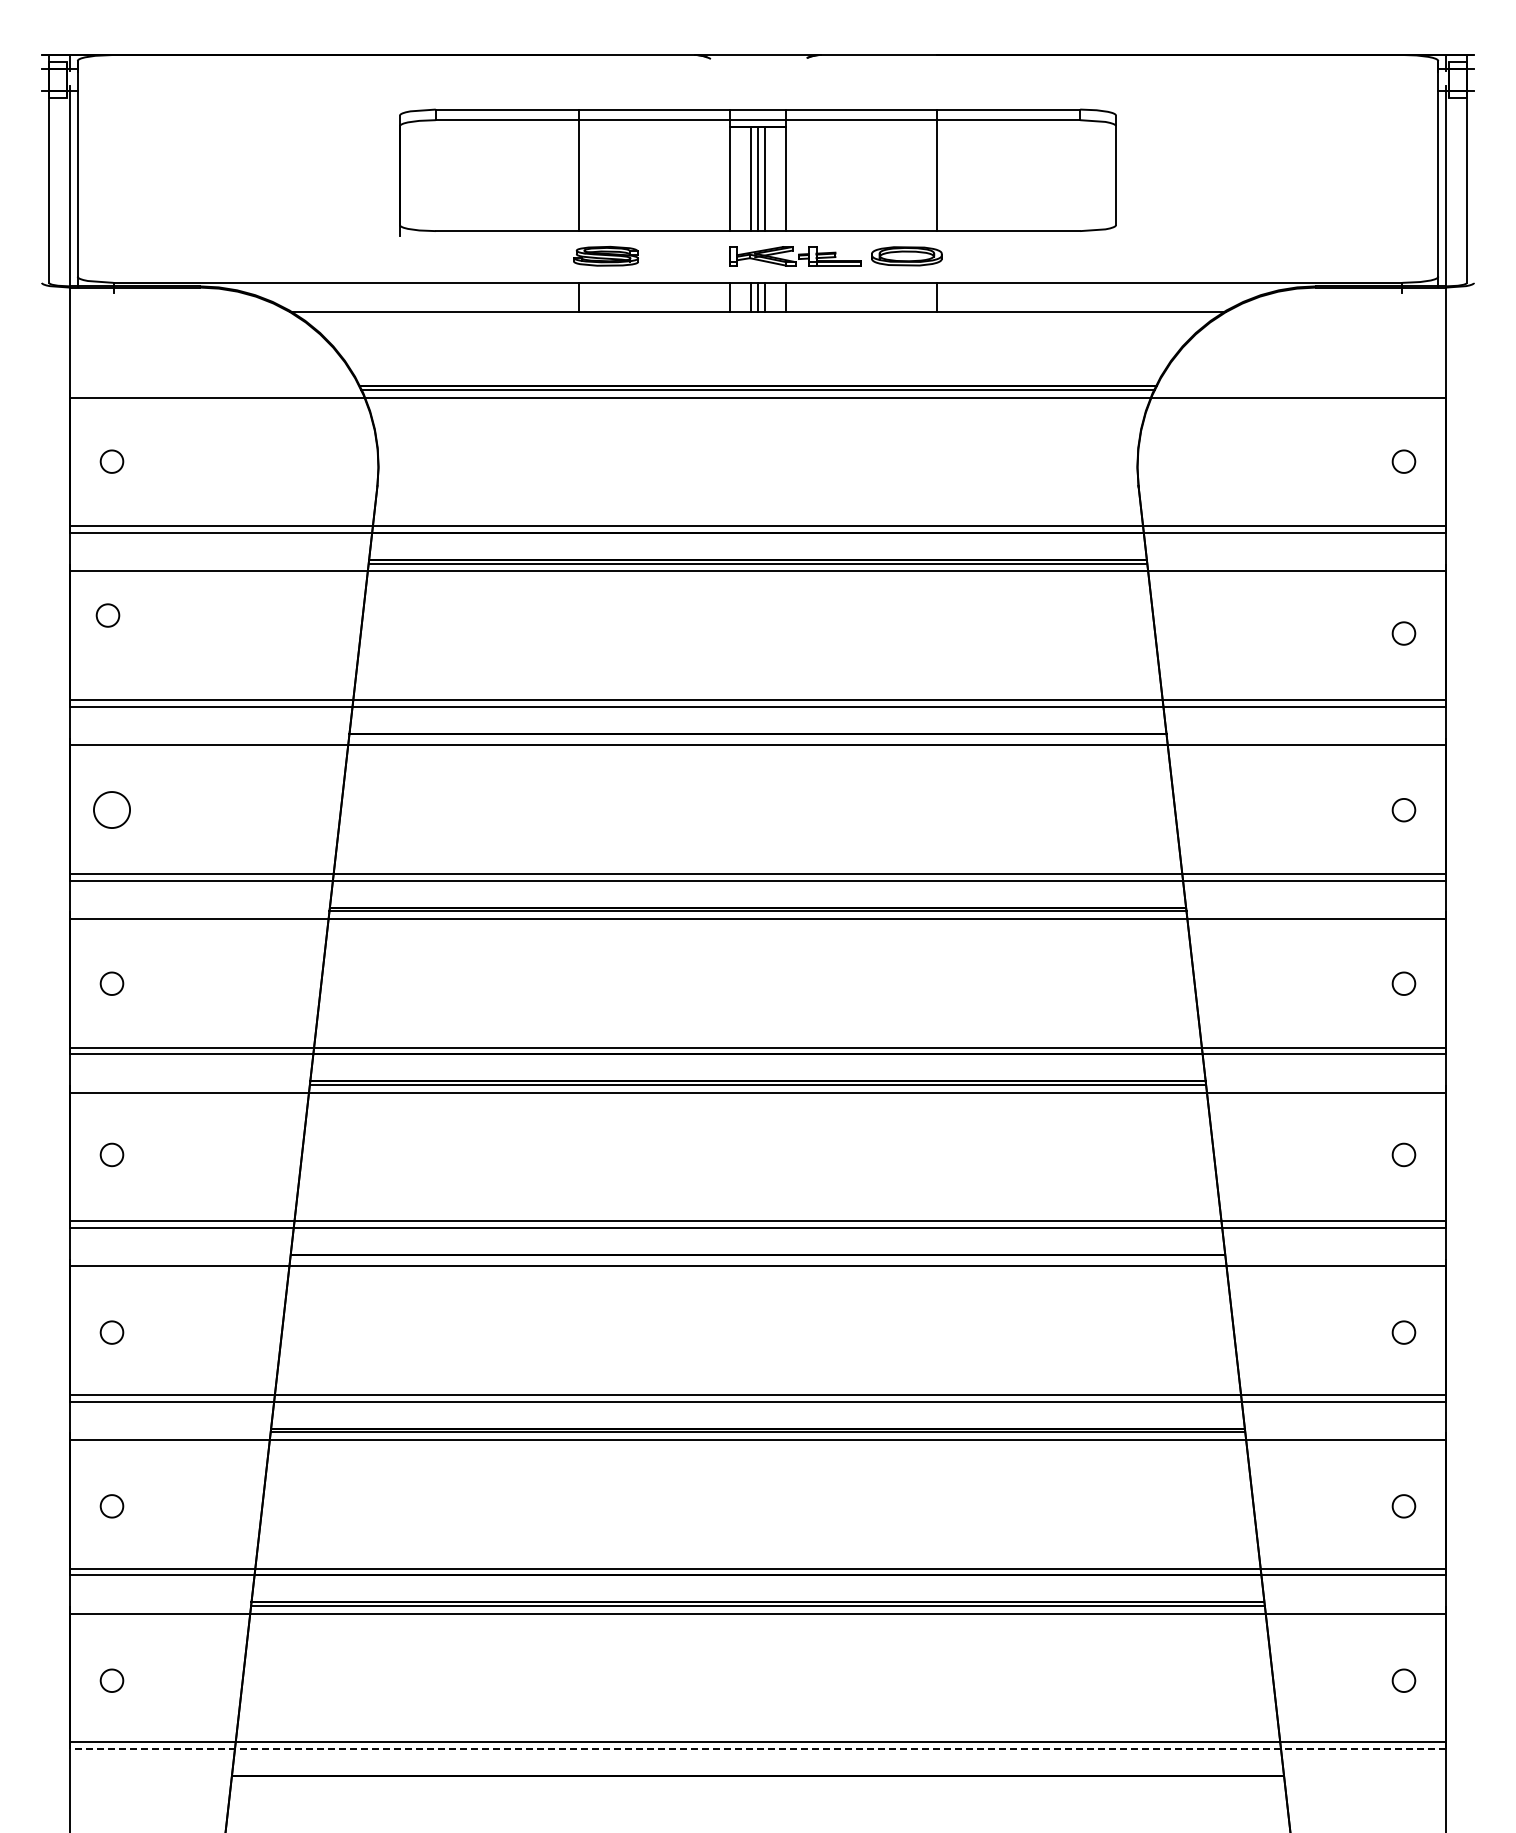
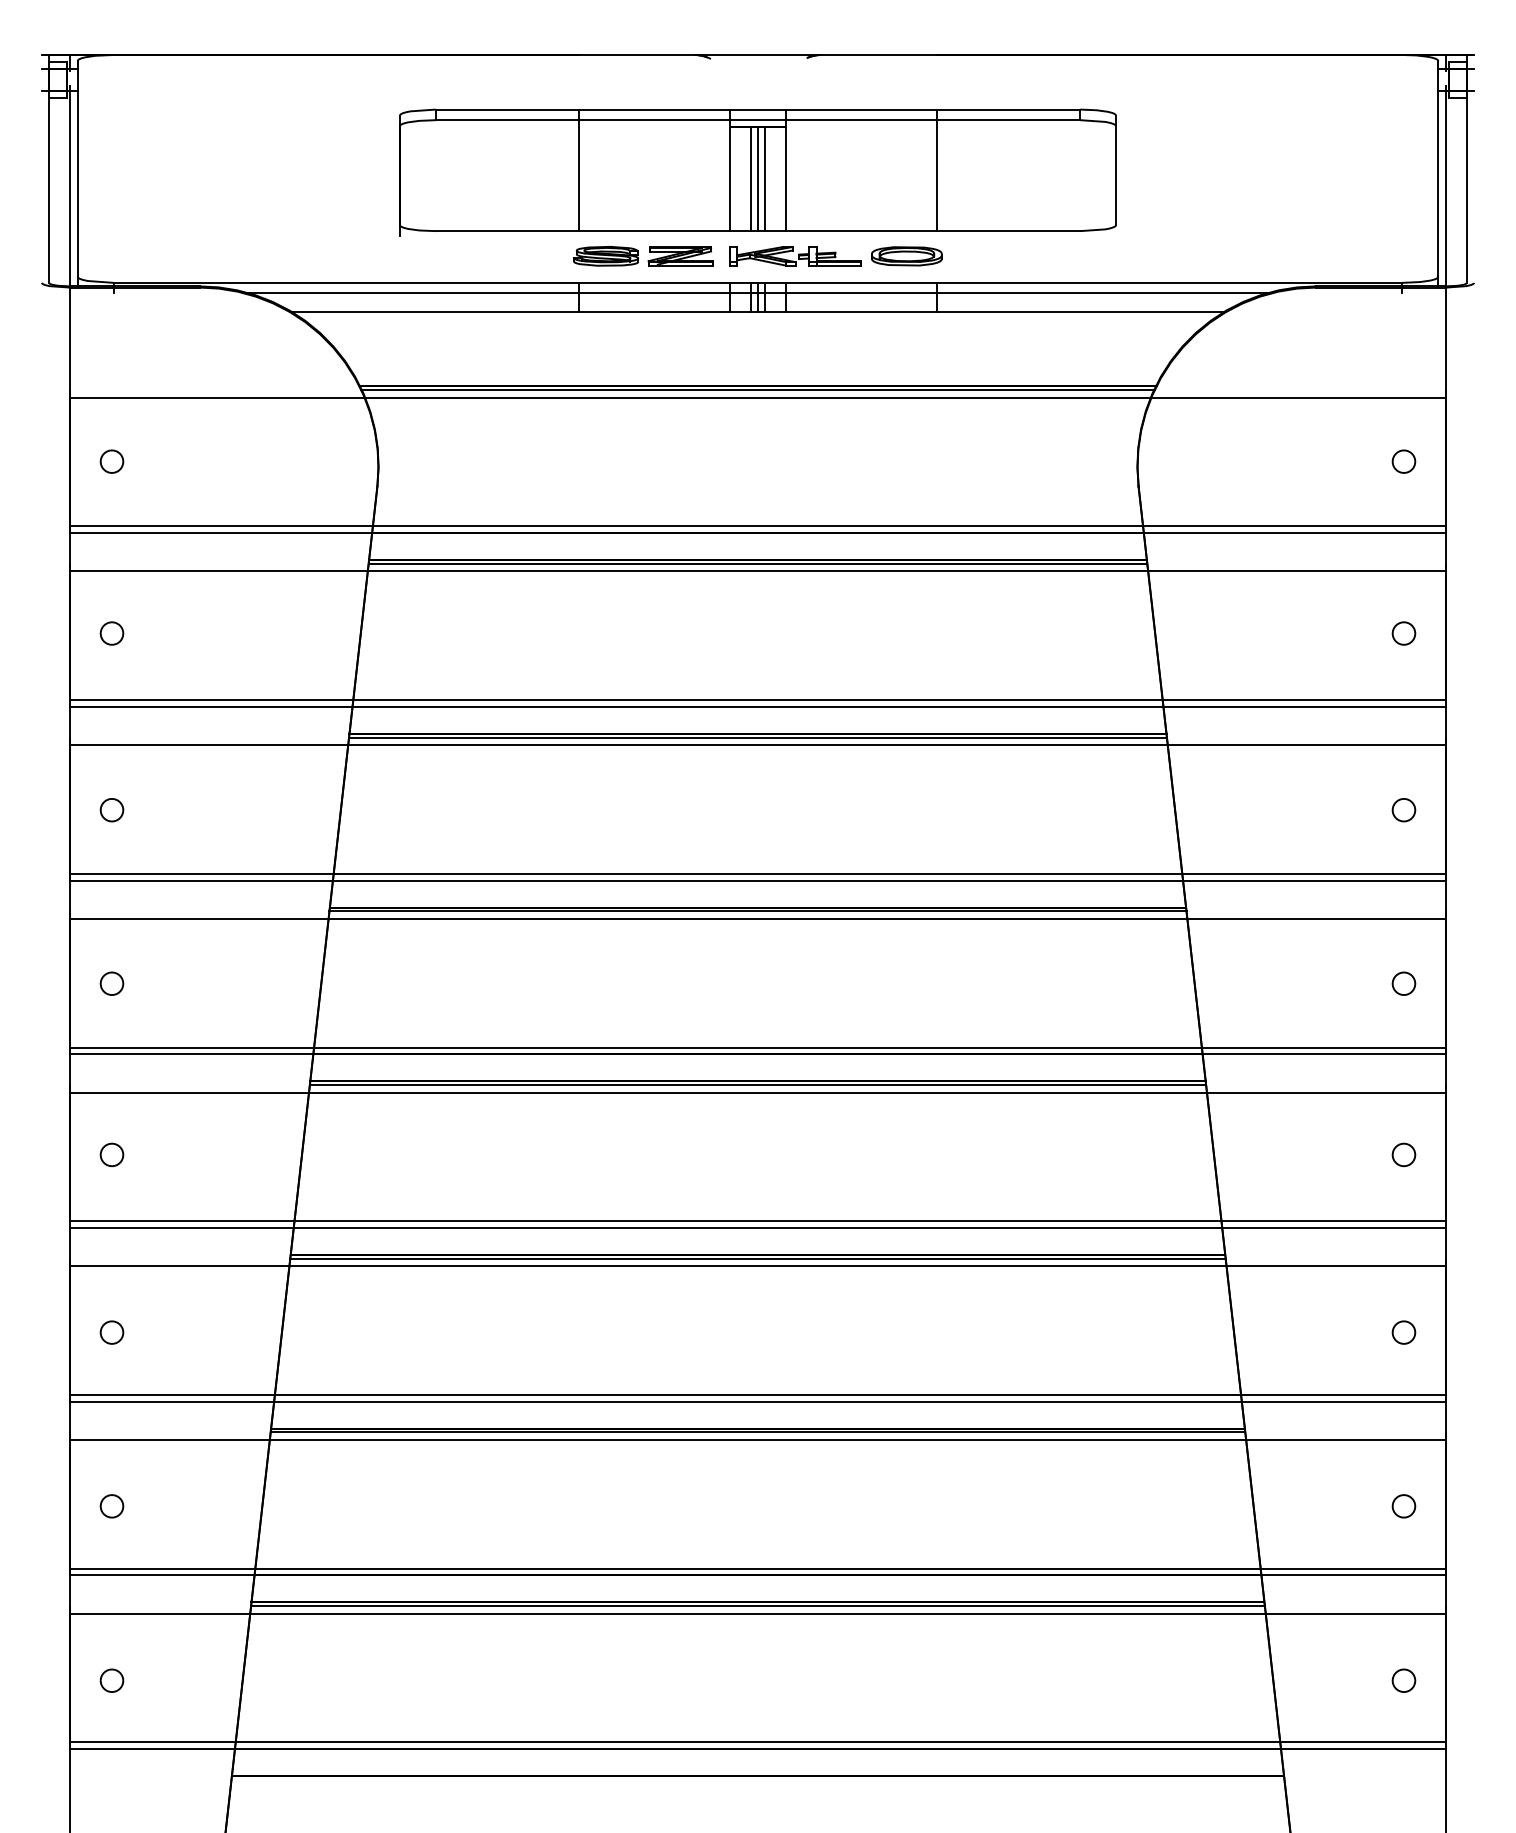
part at (680, 256): none -> present
line at (757, 293): none -> present
part at (107, 615) position: (107, 615) -> (111, 633)
line at (757, 737): none -> present
part at (111, 809) size: 38x38 px -> 26x25 px
line at (757, 1258): none -> present
line at (757, 1749): dashed -> solid
